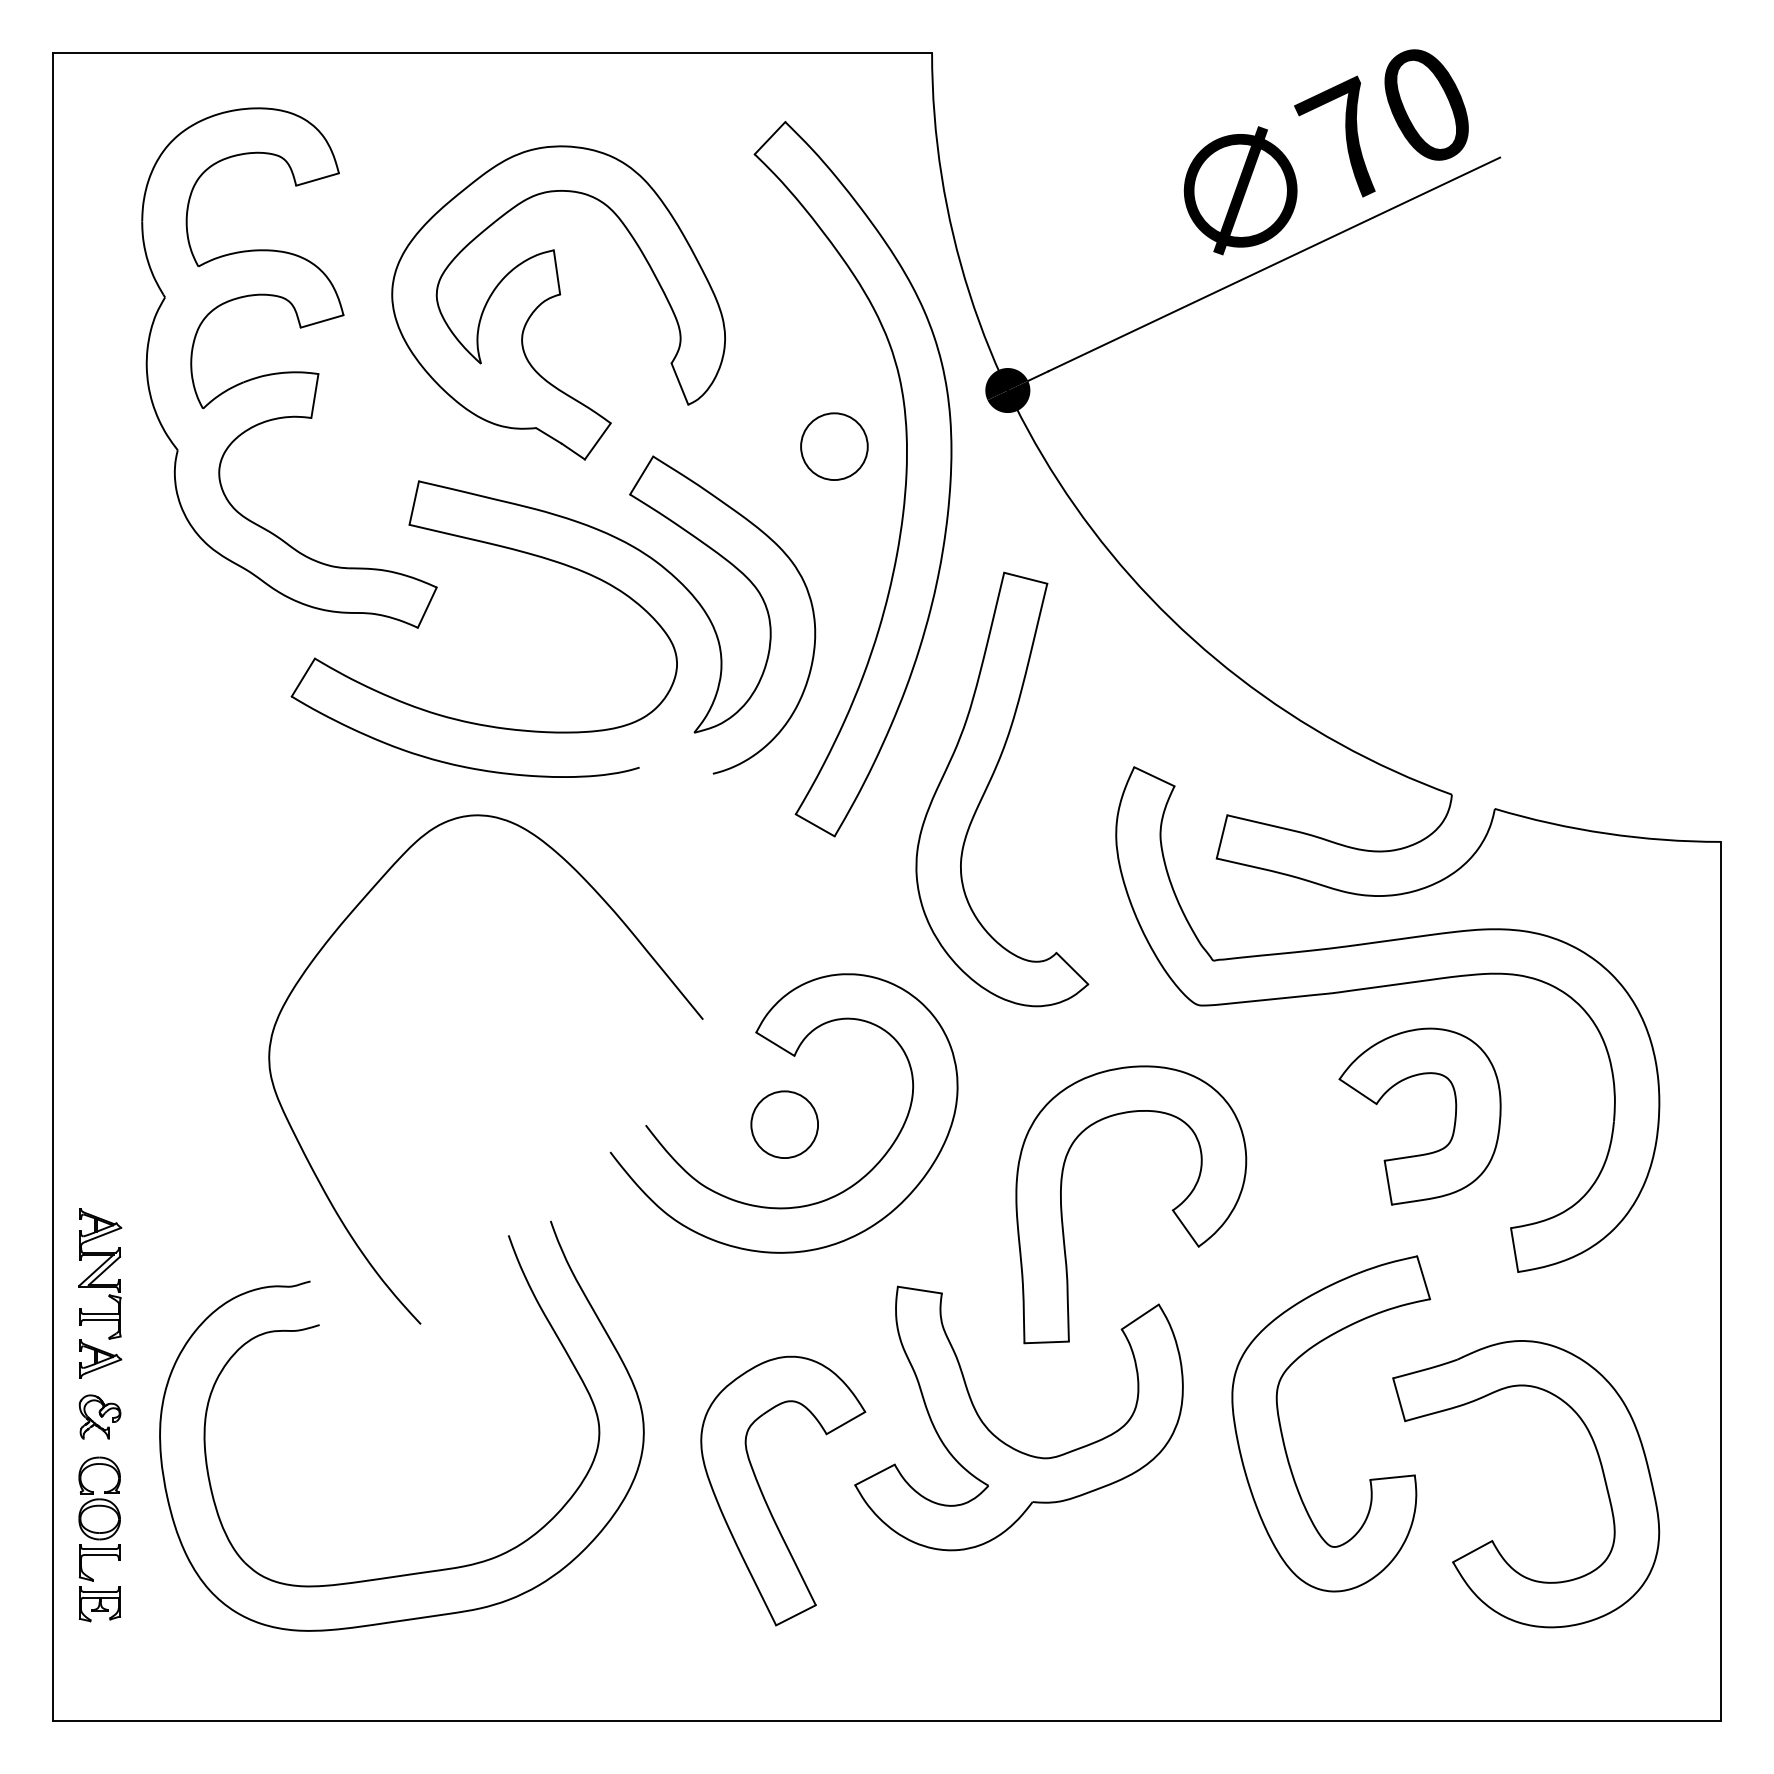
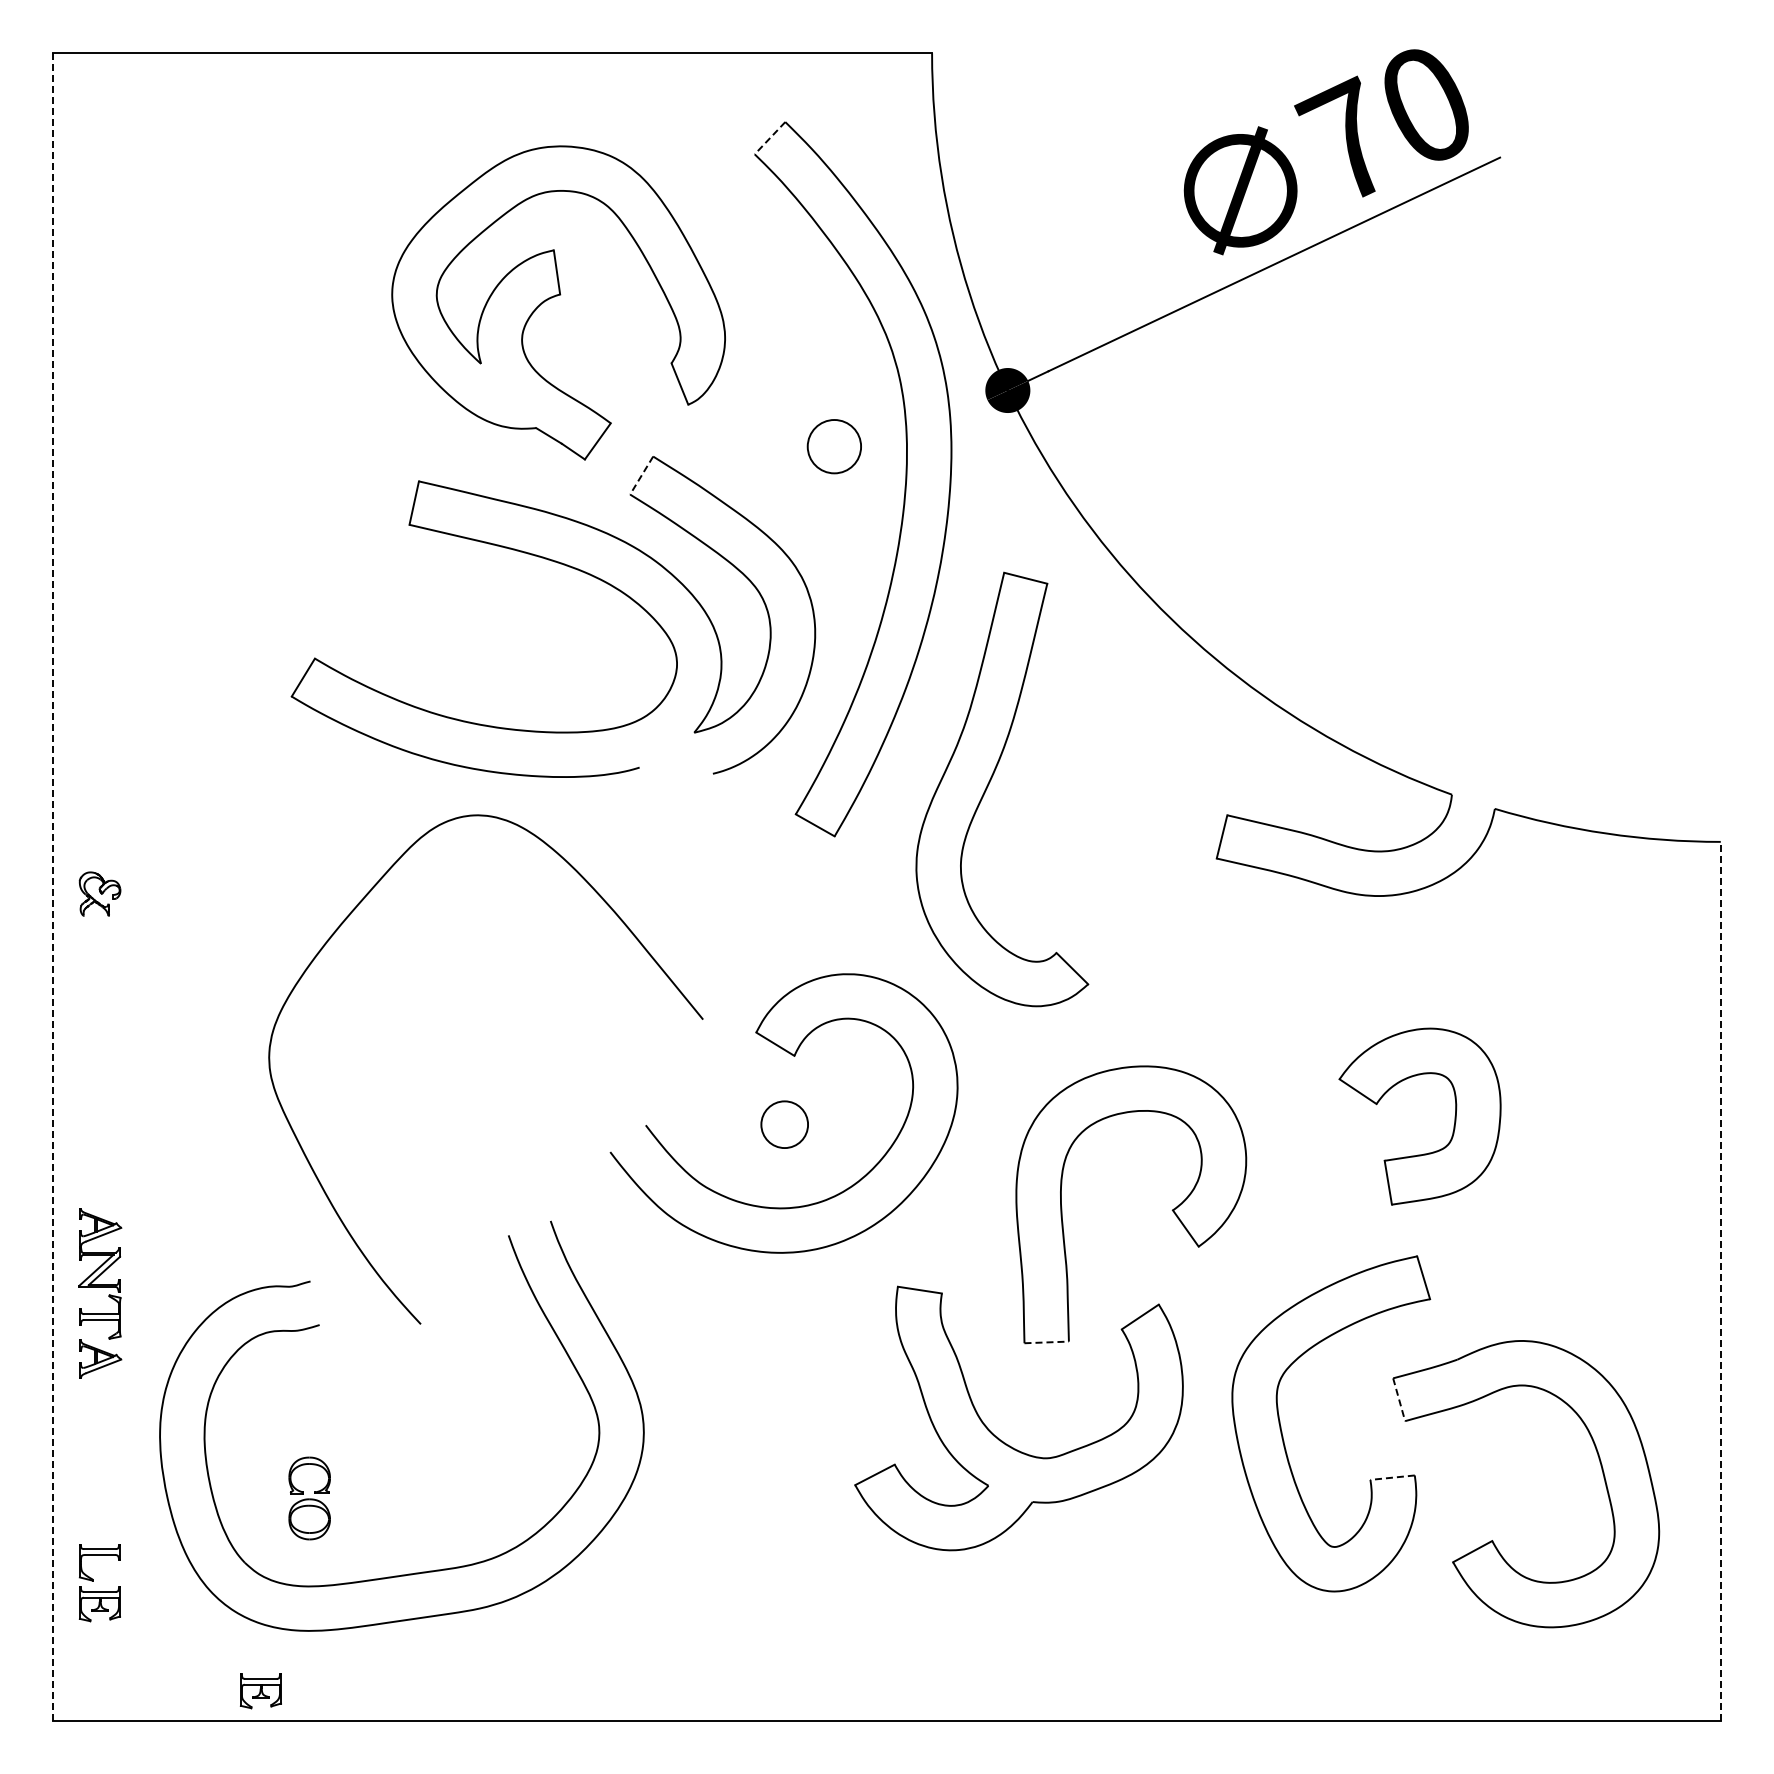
line at (769, 138): solid -> dashed
part at (289, 367): present -> none
circle at (834, 446) diameter: 67 px -> 53 px
line at (641, 475): solid -> dashed
line at (53, 887): solid -> dashed
part at (1384, 987): present -> none
circle at (784, 1124) diameter: 67 px -> 47 px
line at (1720, 1280): solid -> dashed
line at (1047, 1342): solid -> dashed
line at (1399, 1400): solid -> dashed
part at (99, 1416) position: (99, 1416) -> (99, 893)
line at (1392, 1477): solid -> dashed
part at (99, 1498) position: (99, 1498) -> (309, 1498)
part at (765, 1498): present -> none
part at (260, 1691): none -> present
